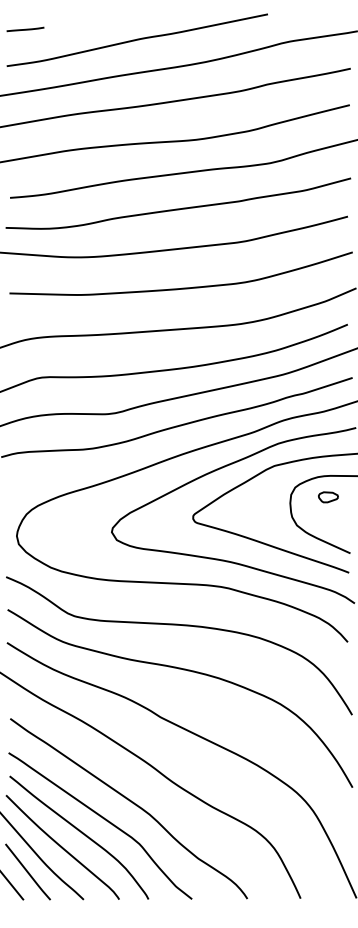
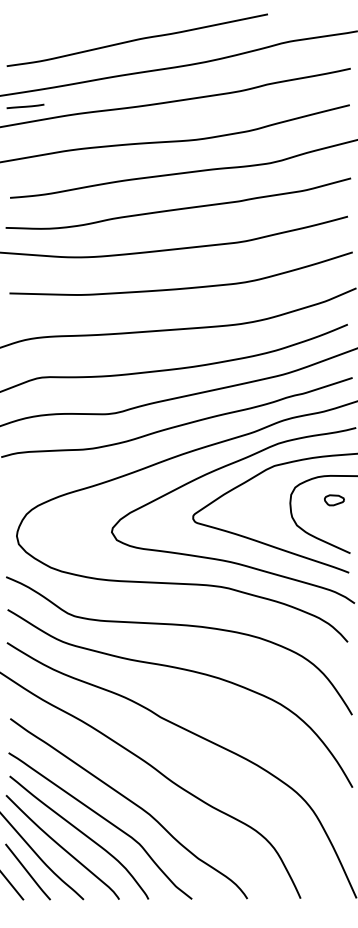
line at (25, 29) position: (25, 29) -> (25, 106)
part at (328, 497) position: (328, 497) -> (334, 500)
